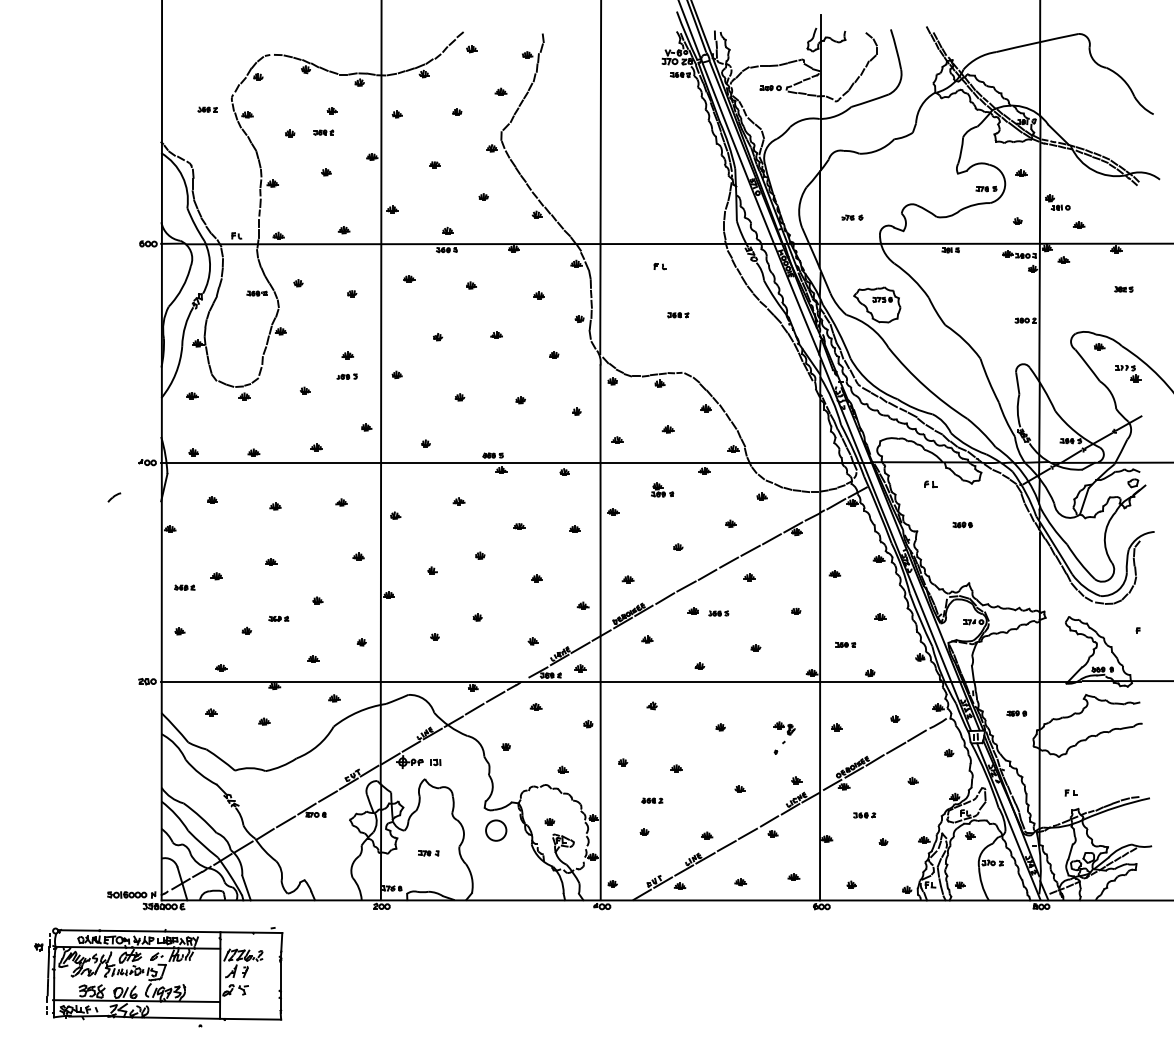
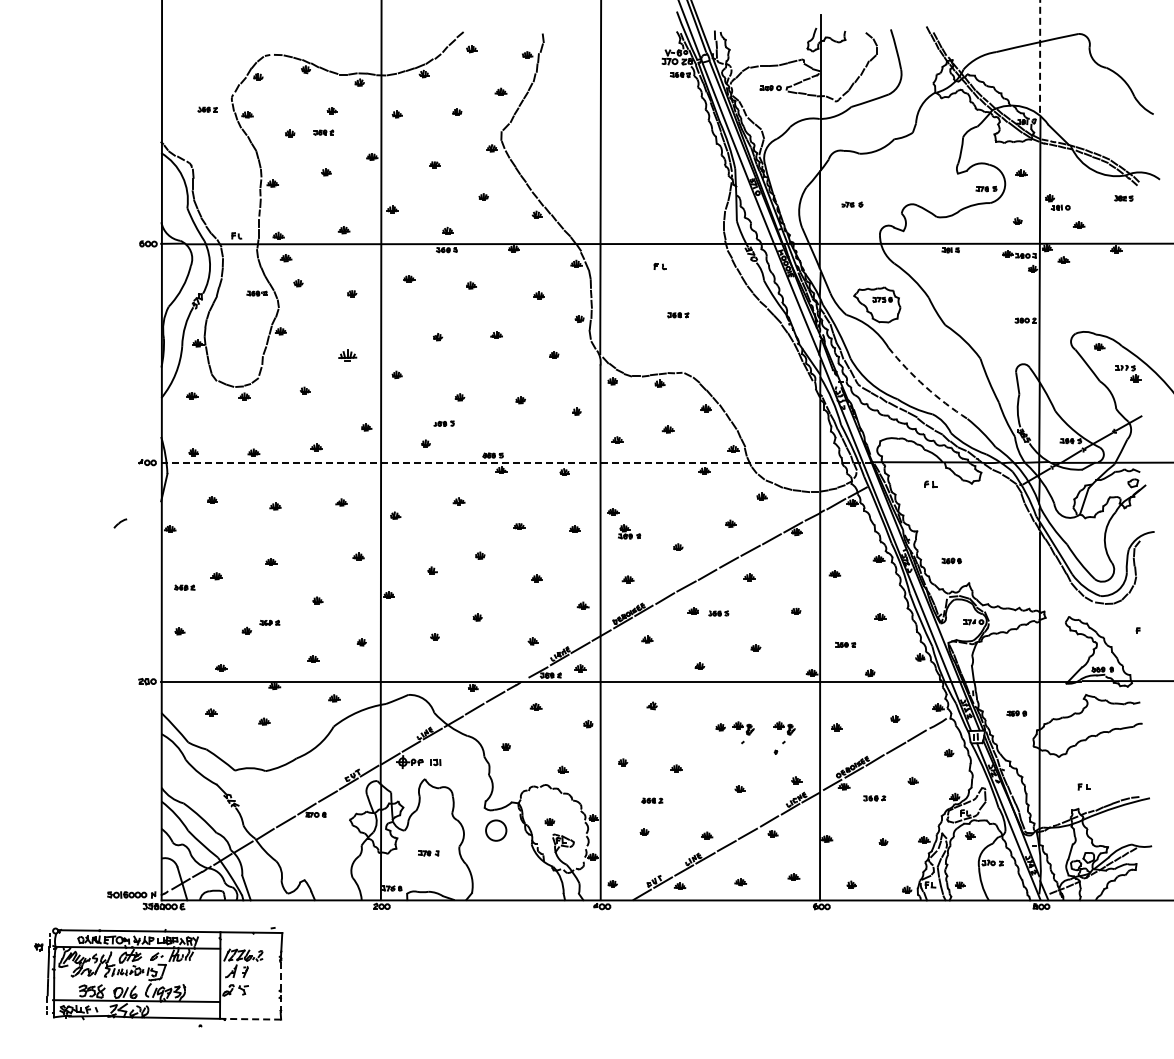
line at (1040, 58): solid -> dashed
part at (852, 217) position: (852, 217) -> (852, 204)
part at (285, 258): none -> present
part at (1123, 289) position: (1123, 289) -> (1123, 198)
part at (347, 355) size: 14x9 px -> 20x13 px
part at (346, 376) position: (346, 376) -> (443, 423)
arc at (925, 386): solid -> dashed
line at (515, 462): solid -> dashed
part at (662, 489) position: (662, 489) -> (629, 531)
part at (114, 497) position: (114, 497) -> (120, 523)
part at (962, 524) position: (962, 524) -> (951, 560)
part at (278, 618) position: (278, 618) -> (269, 622)
part at (743, 732): none -> present
part at (1070, 792) position: (1070, 792) -> (1083, 786)
part at (864, 815) position: (864, 815) -> (874, 798)
line at (280, 987): solid -> dashed
line at (253, 1019): solid -> dashed
